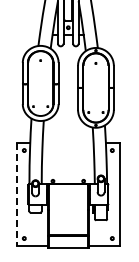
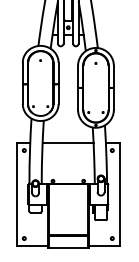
line at (67, 143): none -> present
line at (17, 195): dashed -> solid
